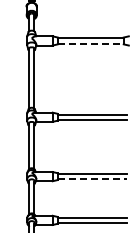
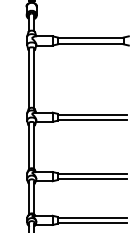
line at (90, 43): dashed -> solid
line at (92, 179): dashed -> solid
